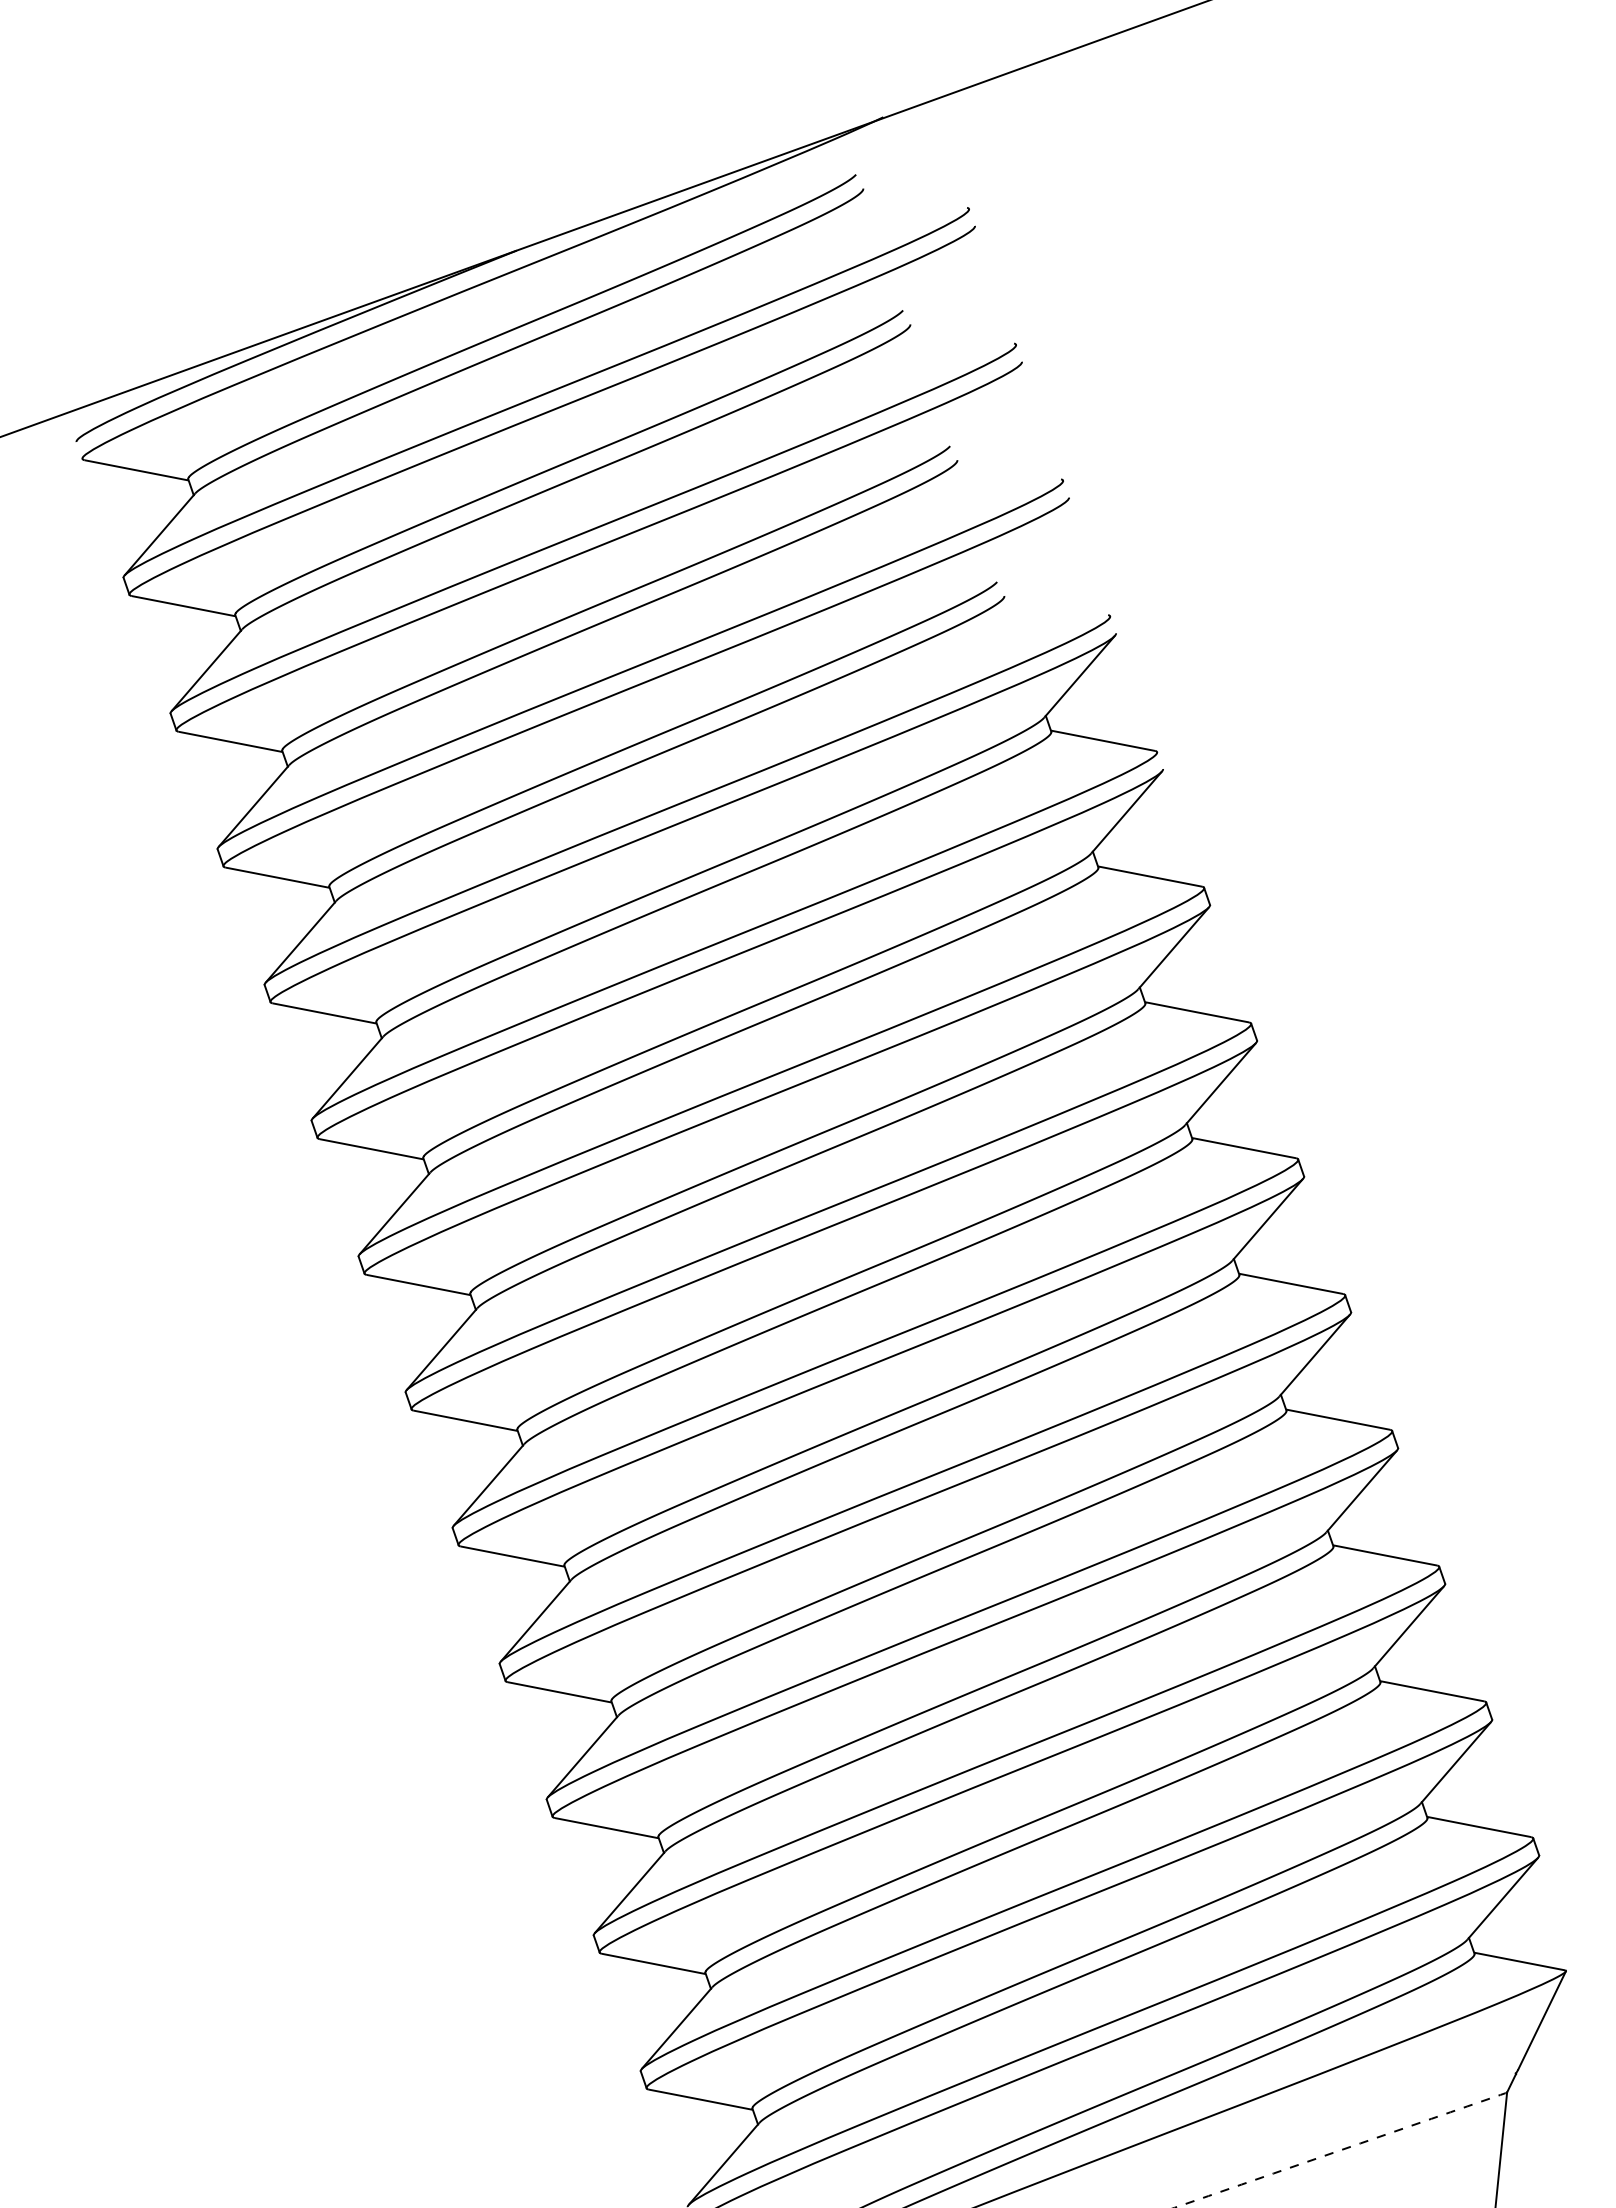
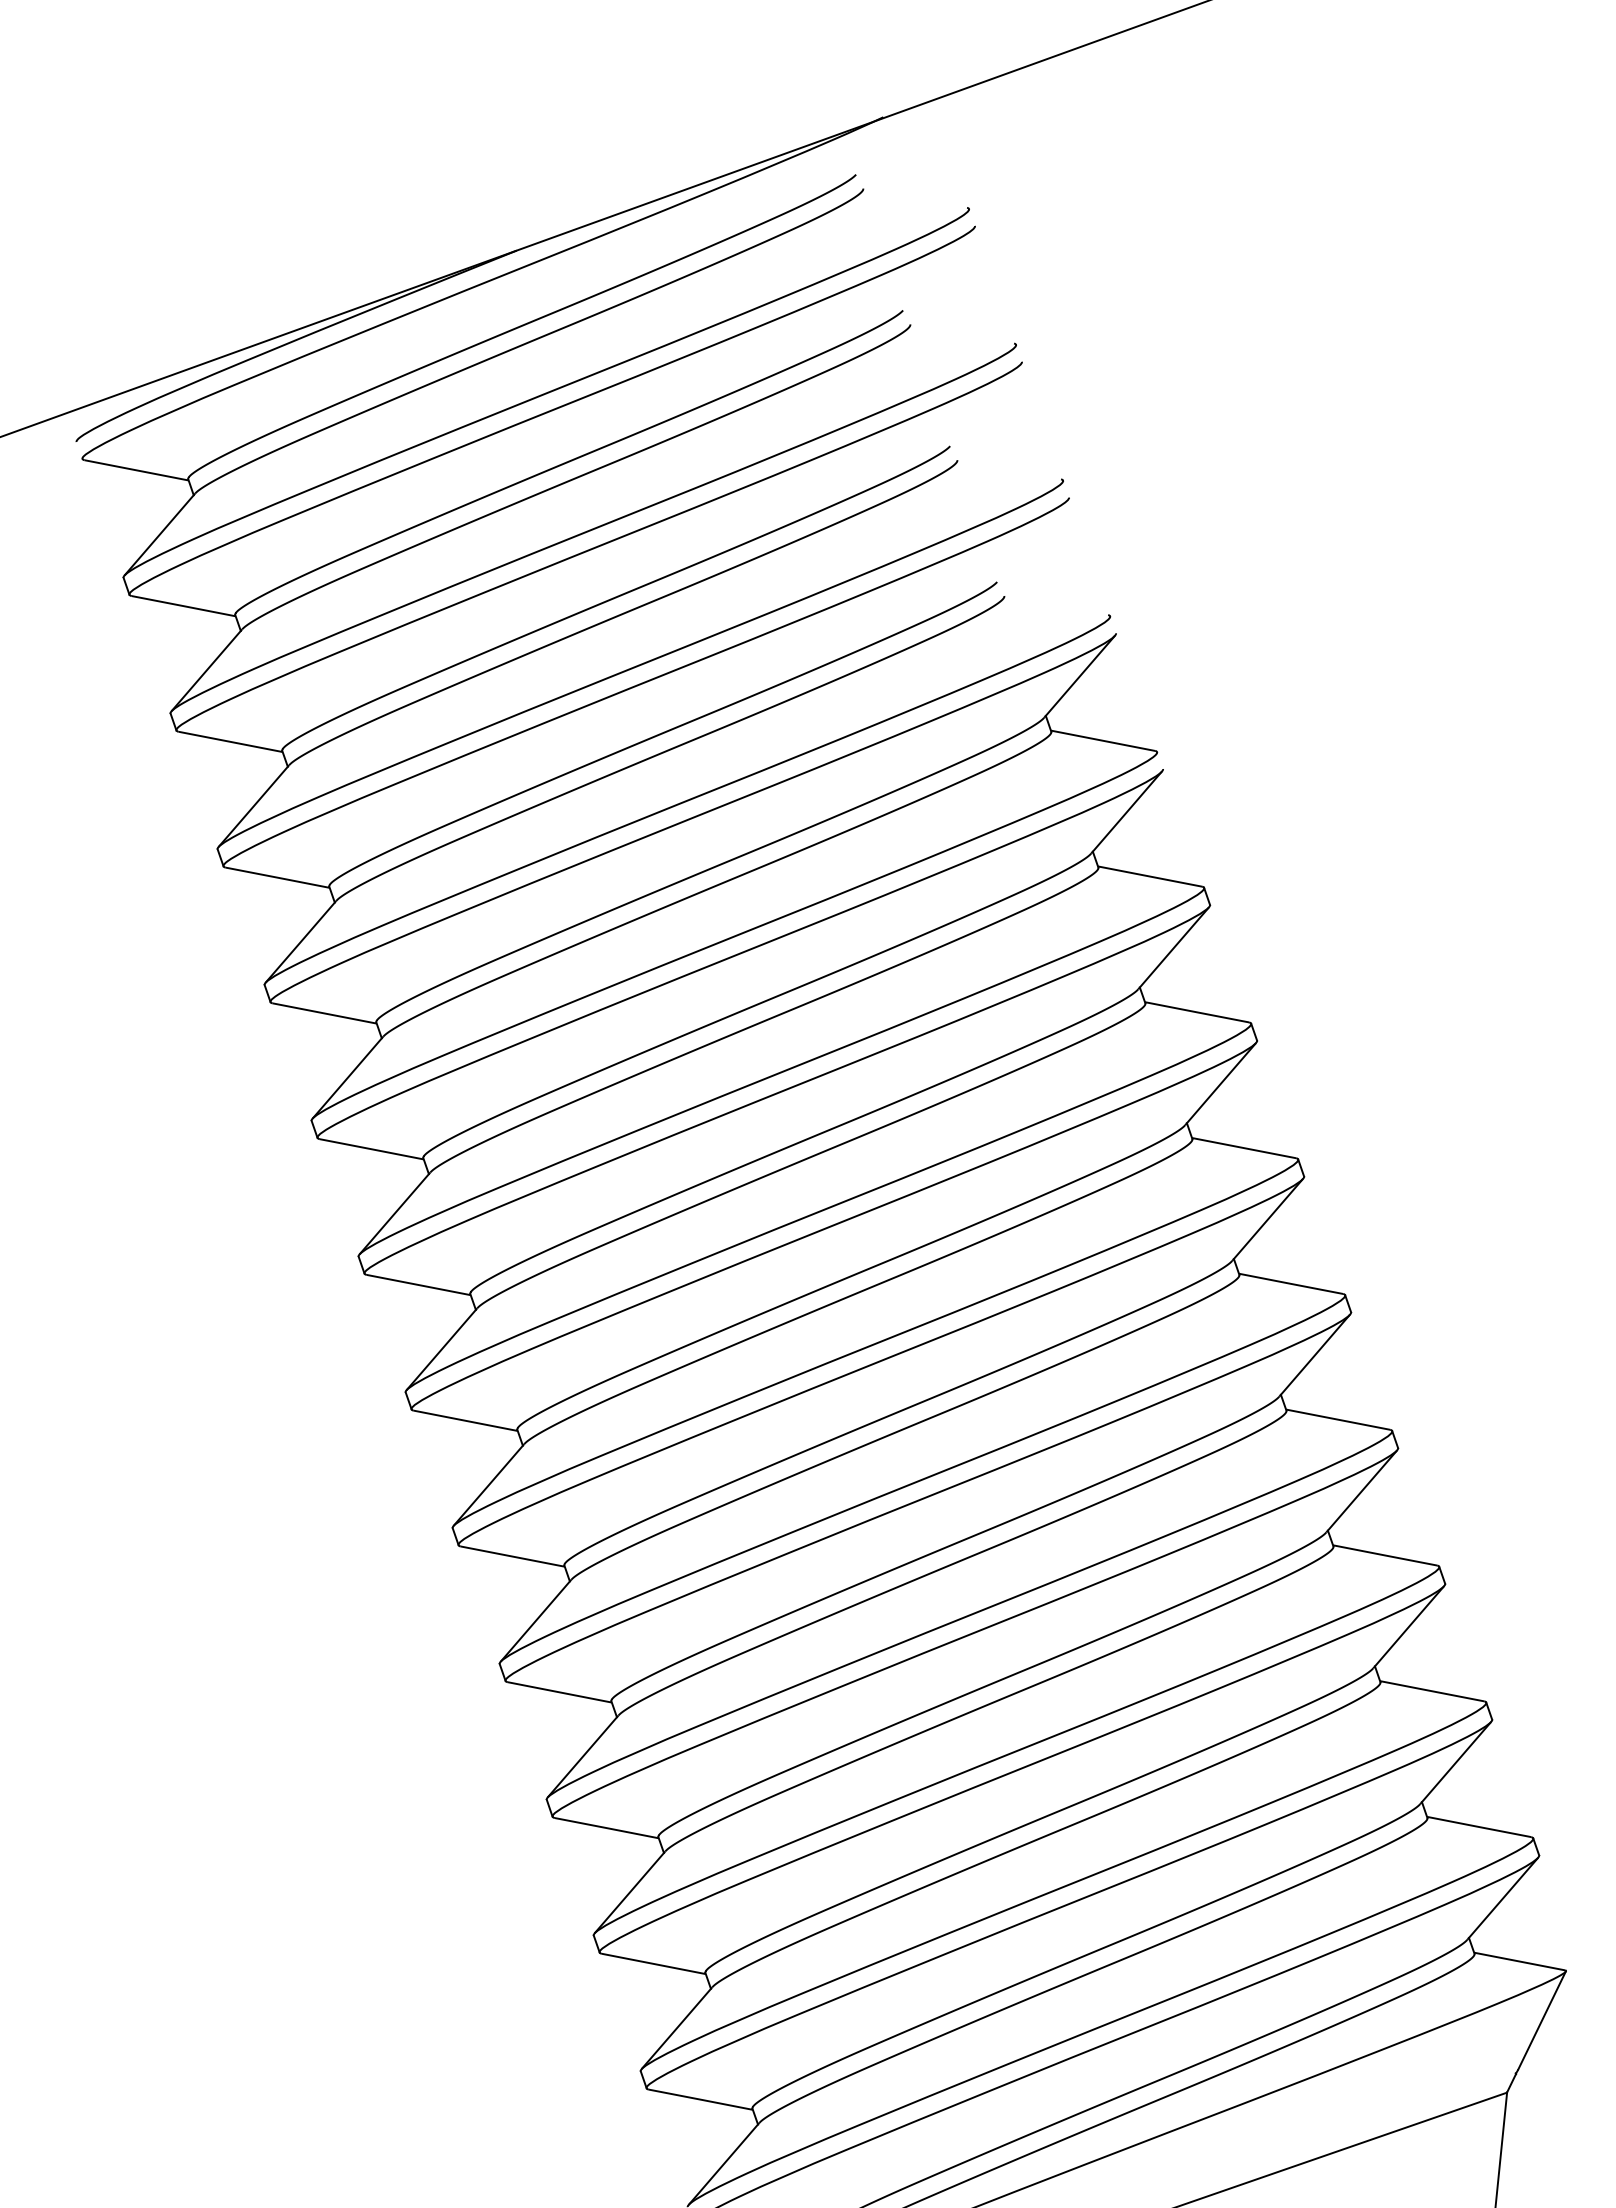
arc at (1347, 2147): dashed -> solid
